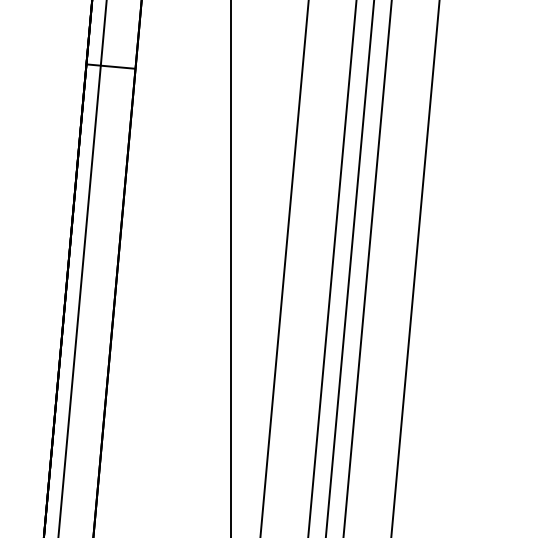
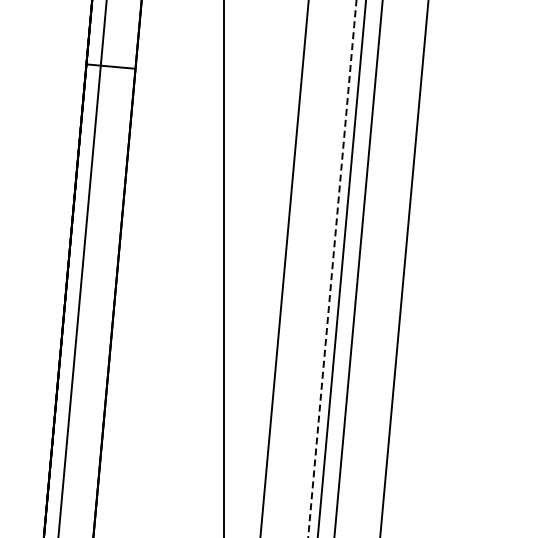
line at (230, 268) position: (230, 268) -> (223, 268)
line at (332, 268): solid -> dashed
line at (350, 268) position: (350, 268) -> (341, 268)
line at (367, 268) position: (367, 268) -> (358, 268)
line at (415, 268) position: (415, 268) -> (404, 268)
